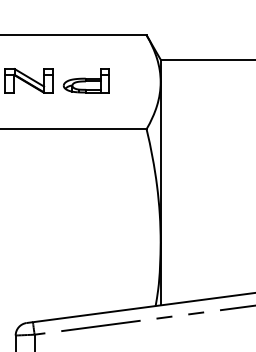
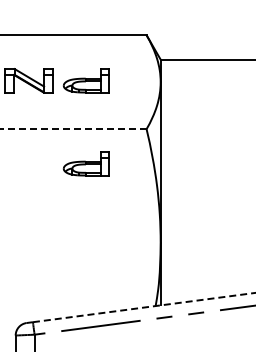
line at (73, 129): solid -> dashed
part at (85, 163): none -> present
line at (144, 307): solid -> dashed
